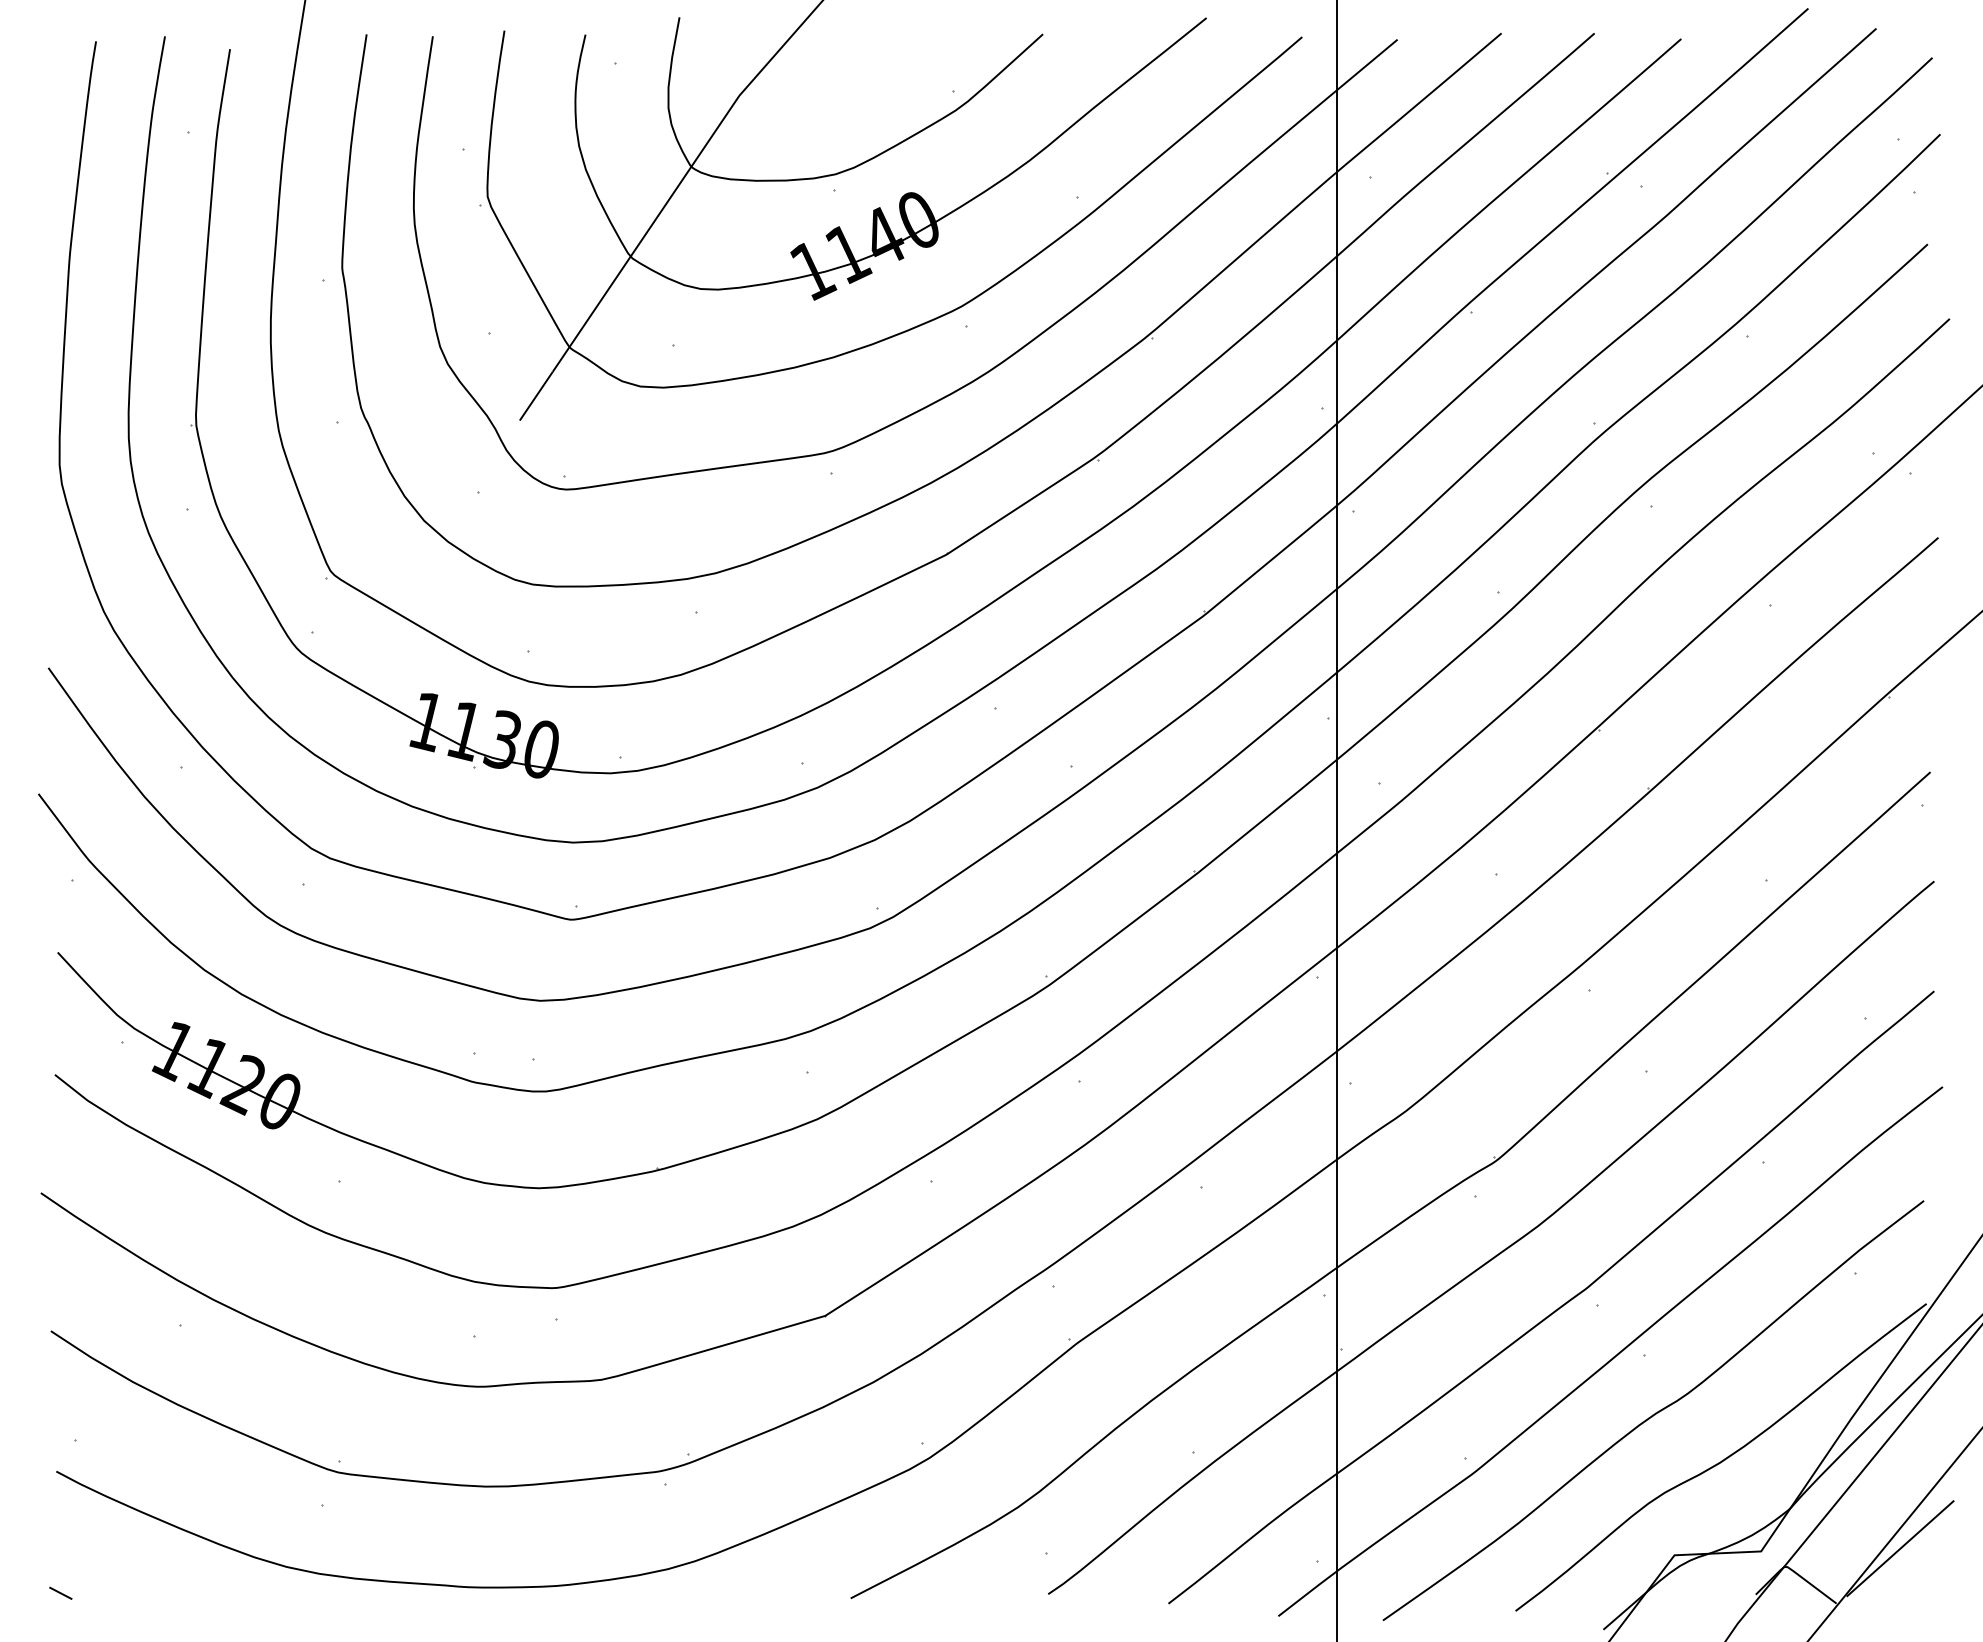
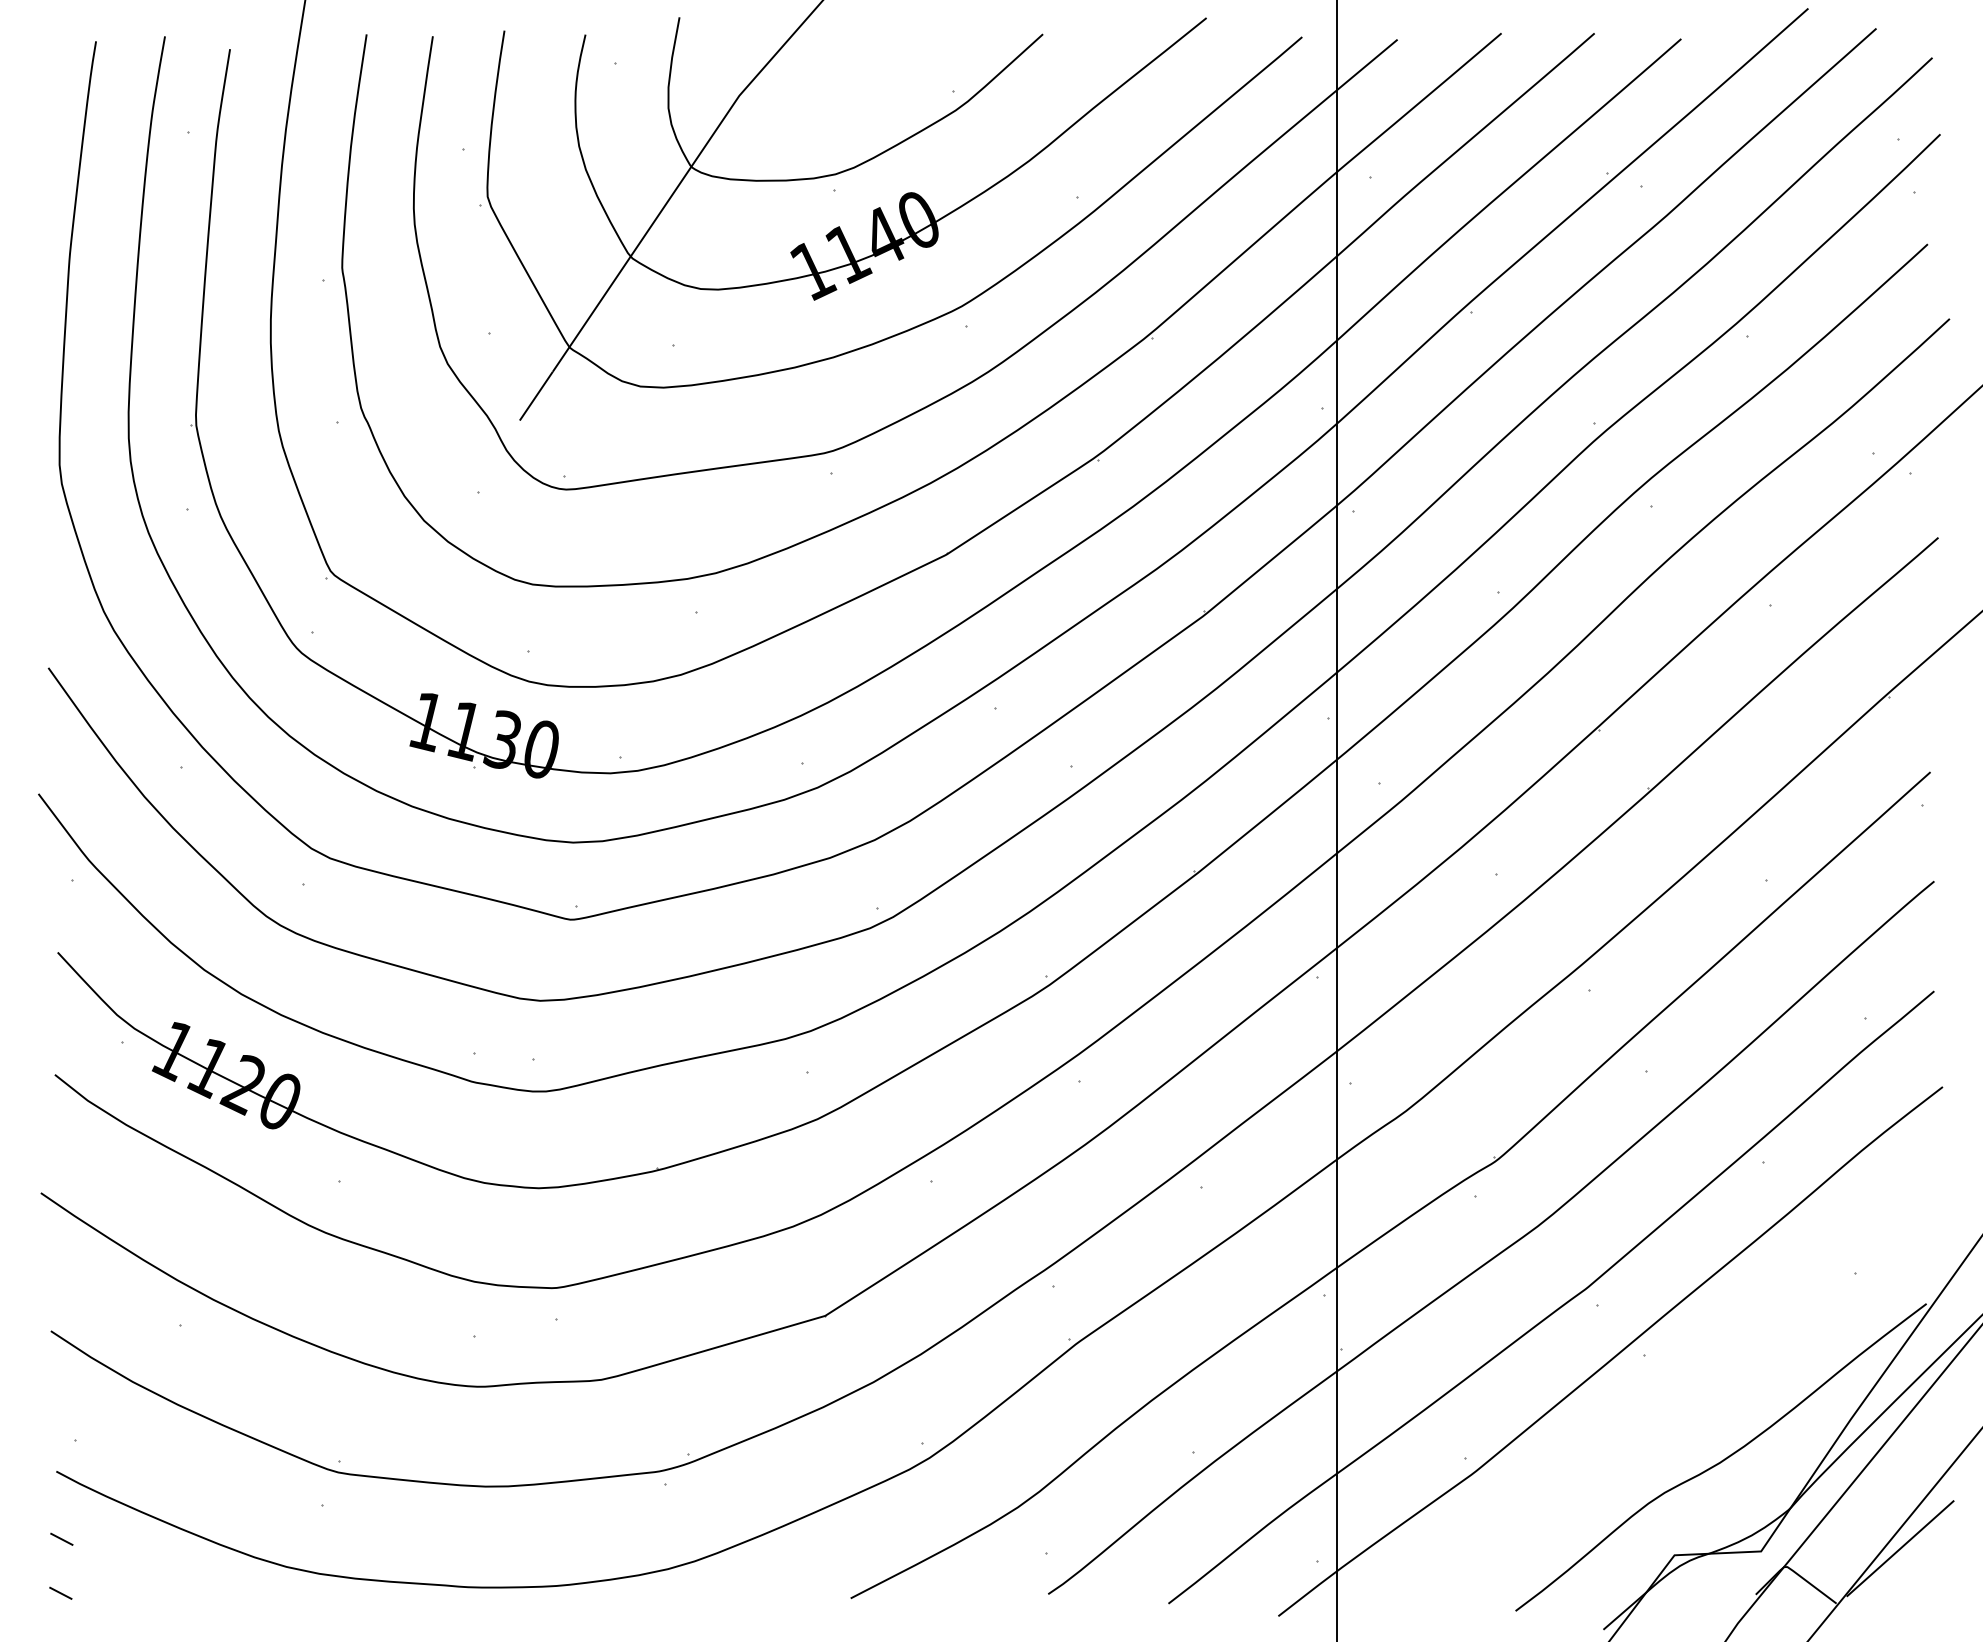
curve at (1655, 1412): present -> none
line at (61, 1538): none -> present
